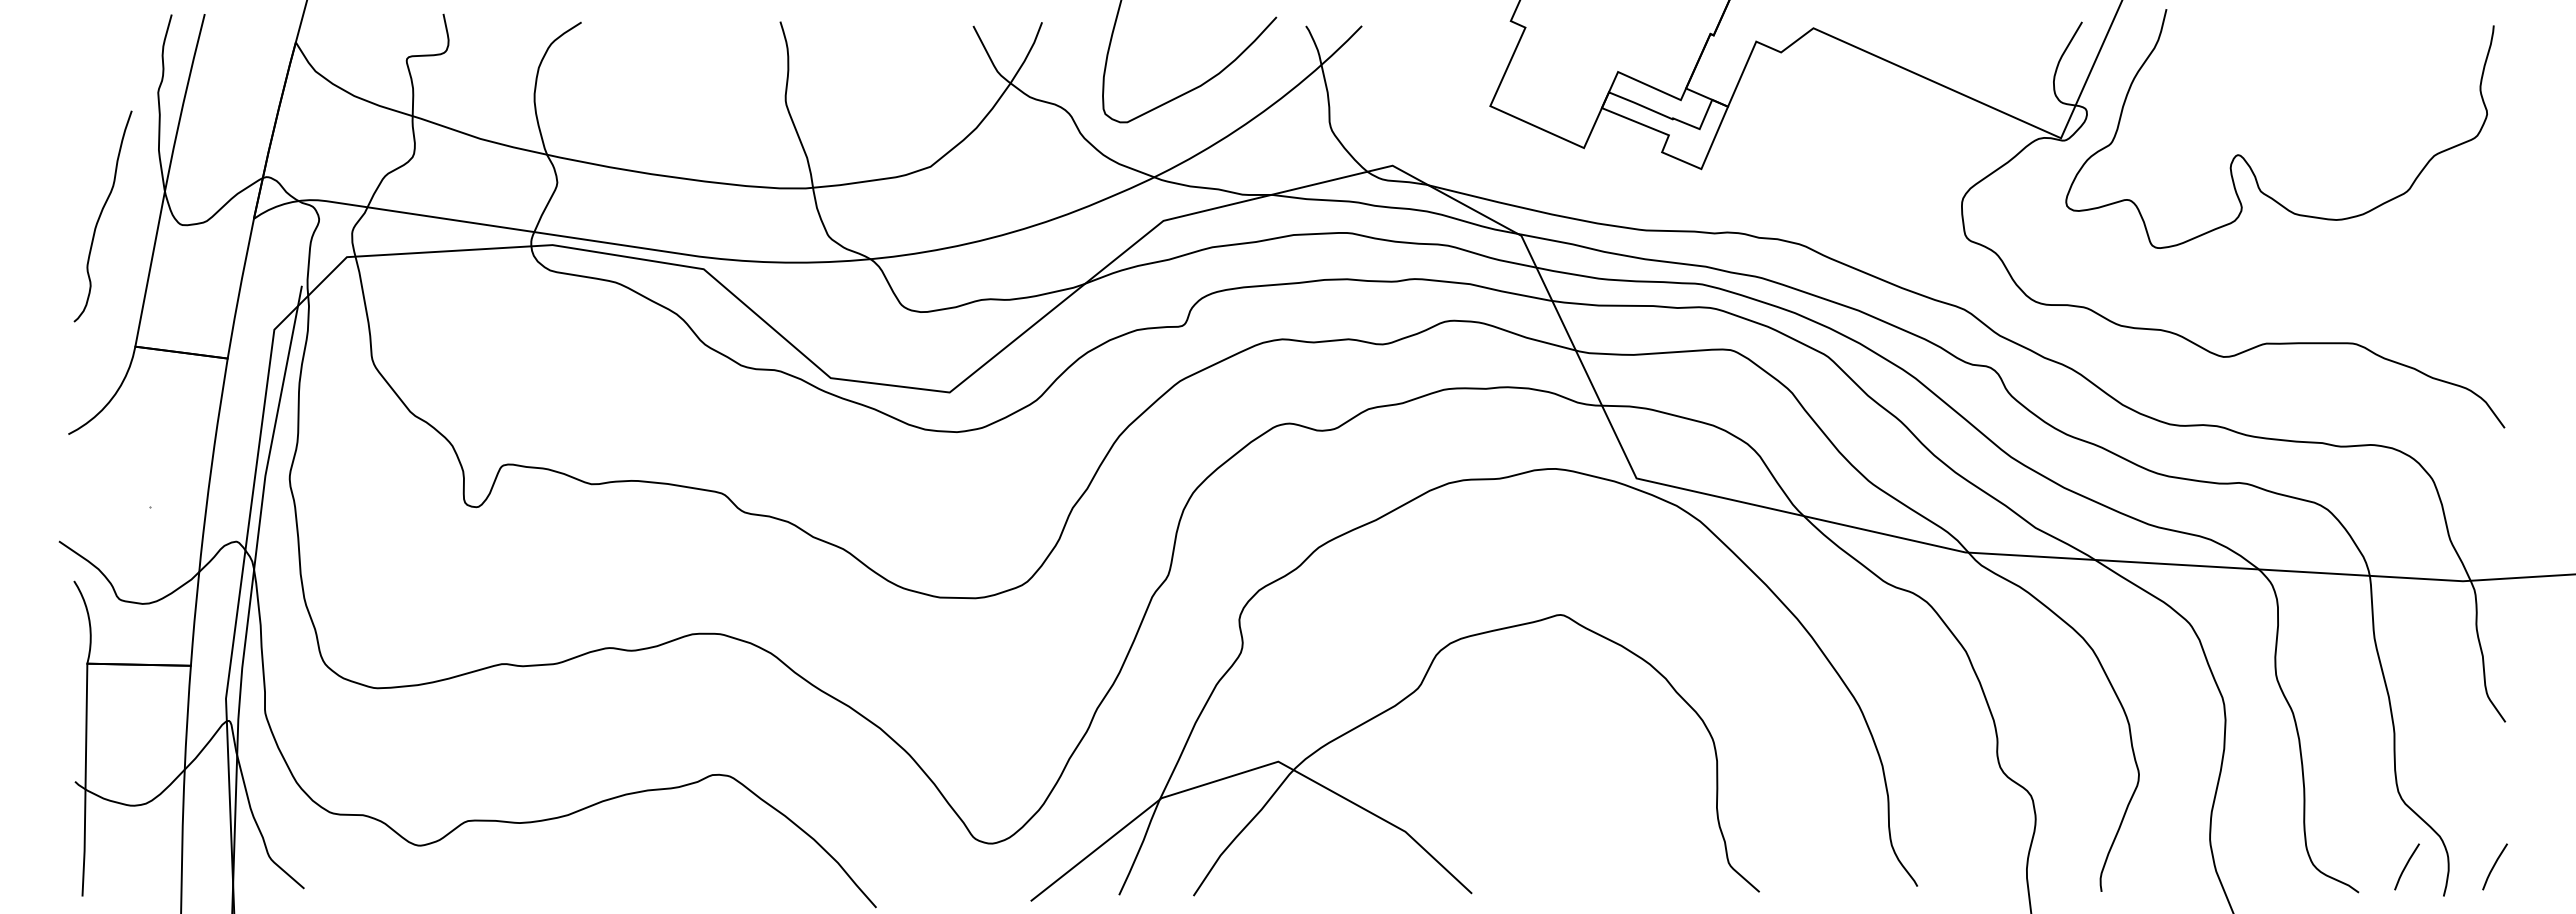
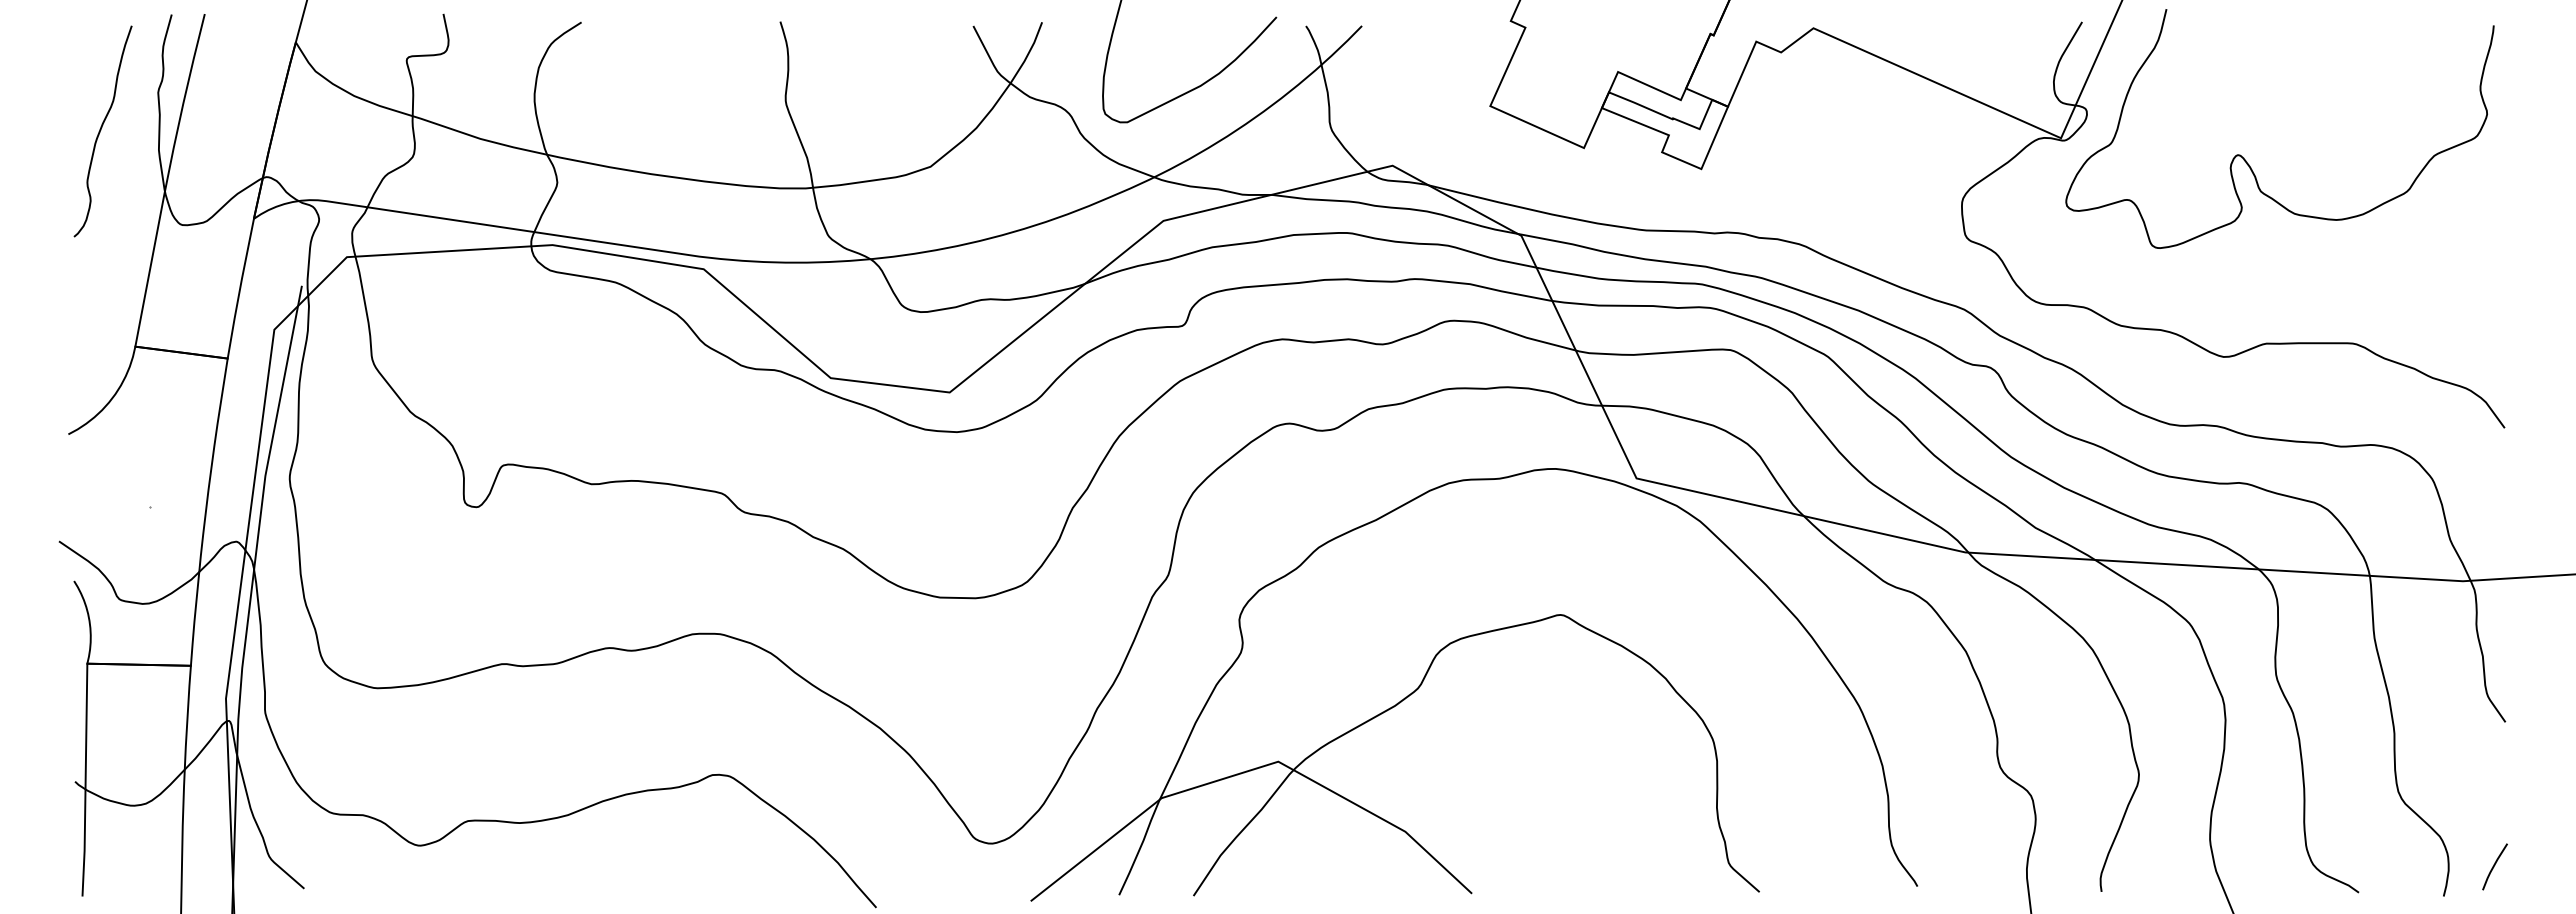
curve at (101, 215) position: (101, 215) -> (101, 130)
line at (2406, 866): present -> none
